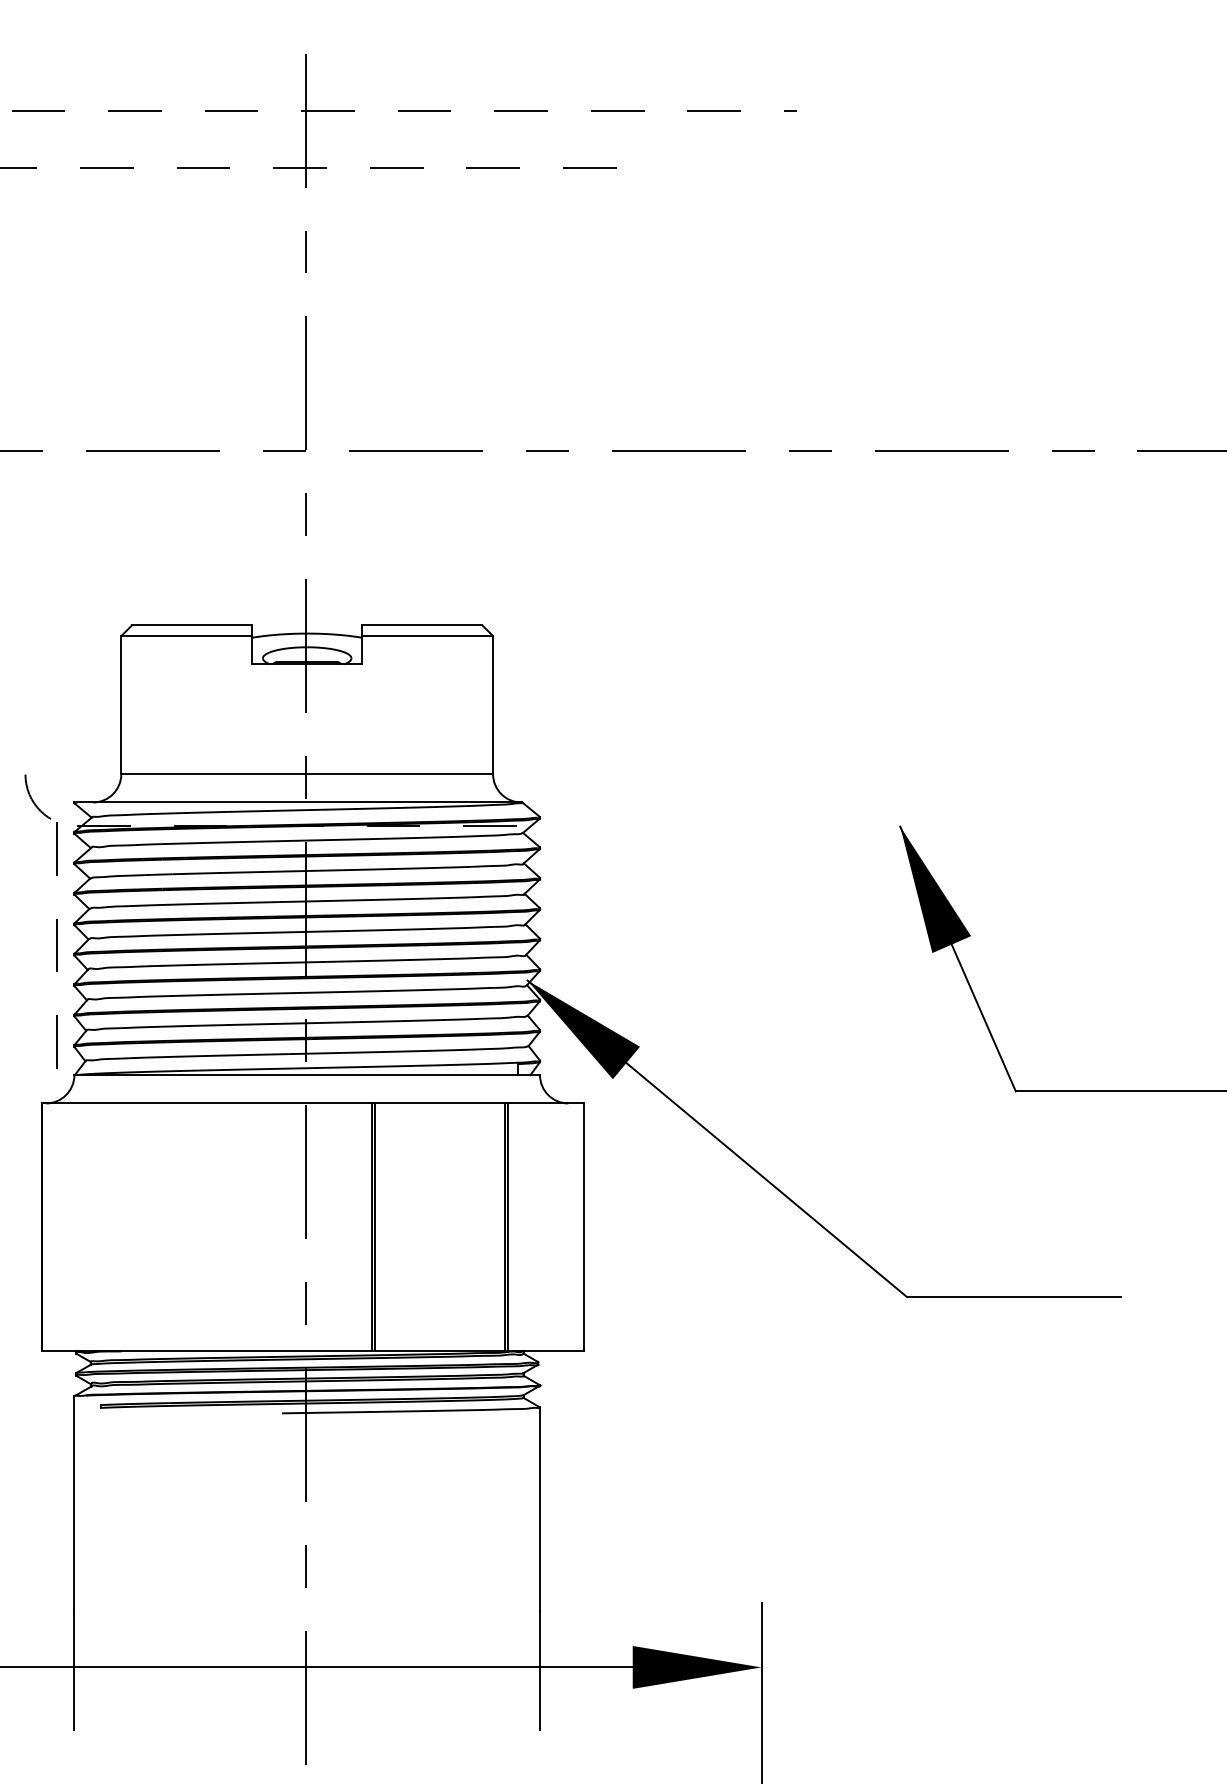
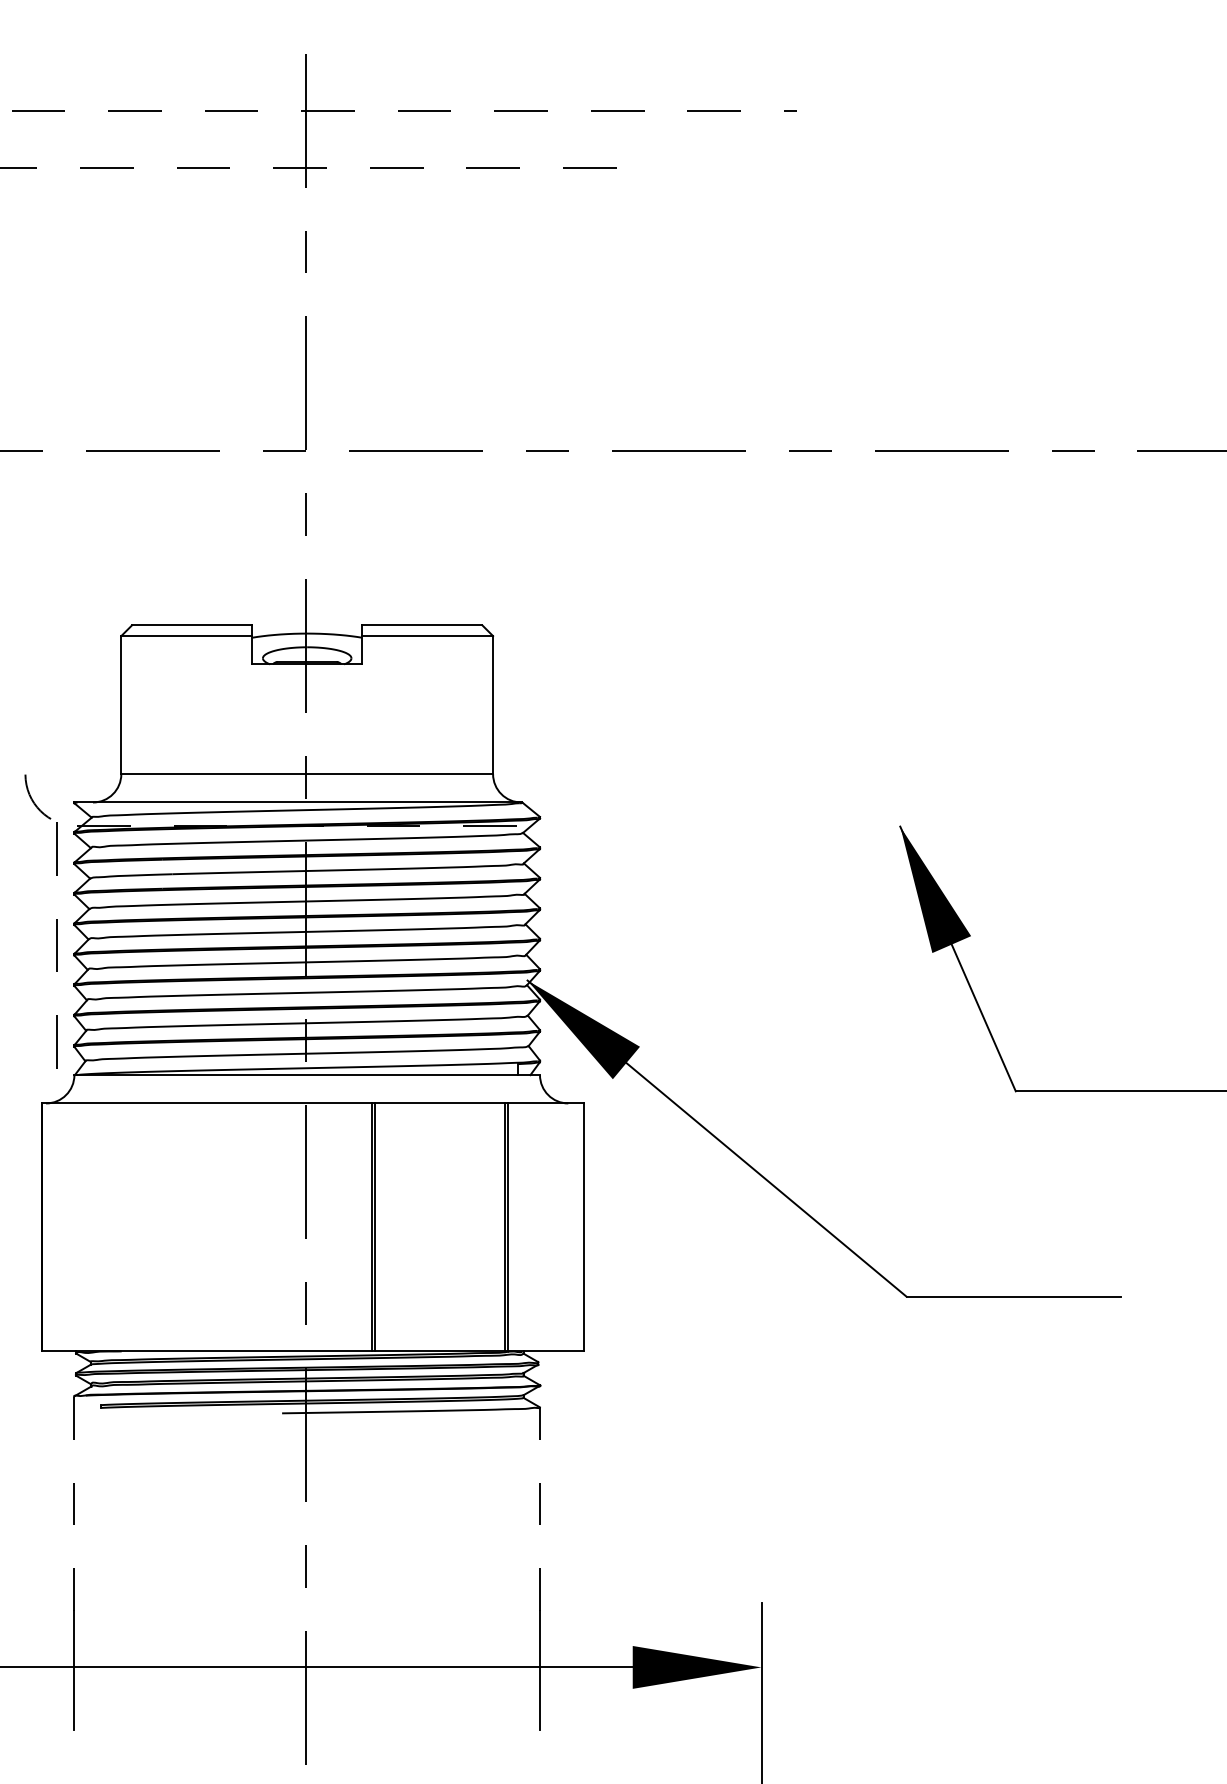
line at (74, 1503): solid -> dashed
line at (540, 1509): solid -> dashed
